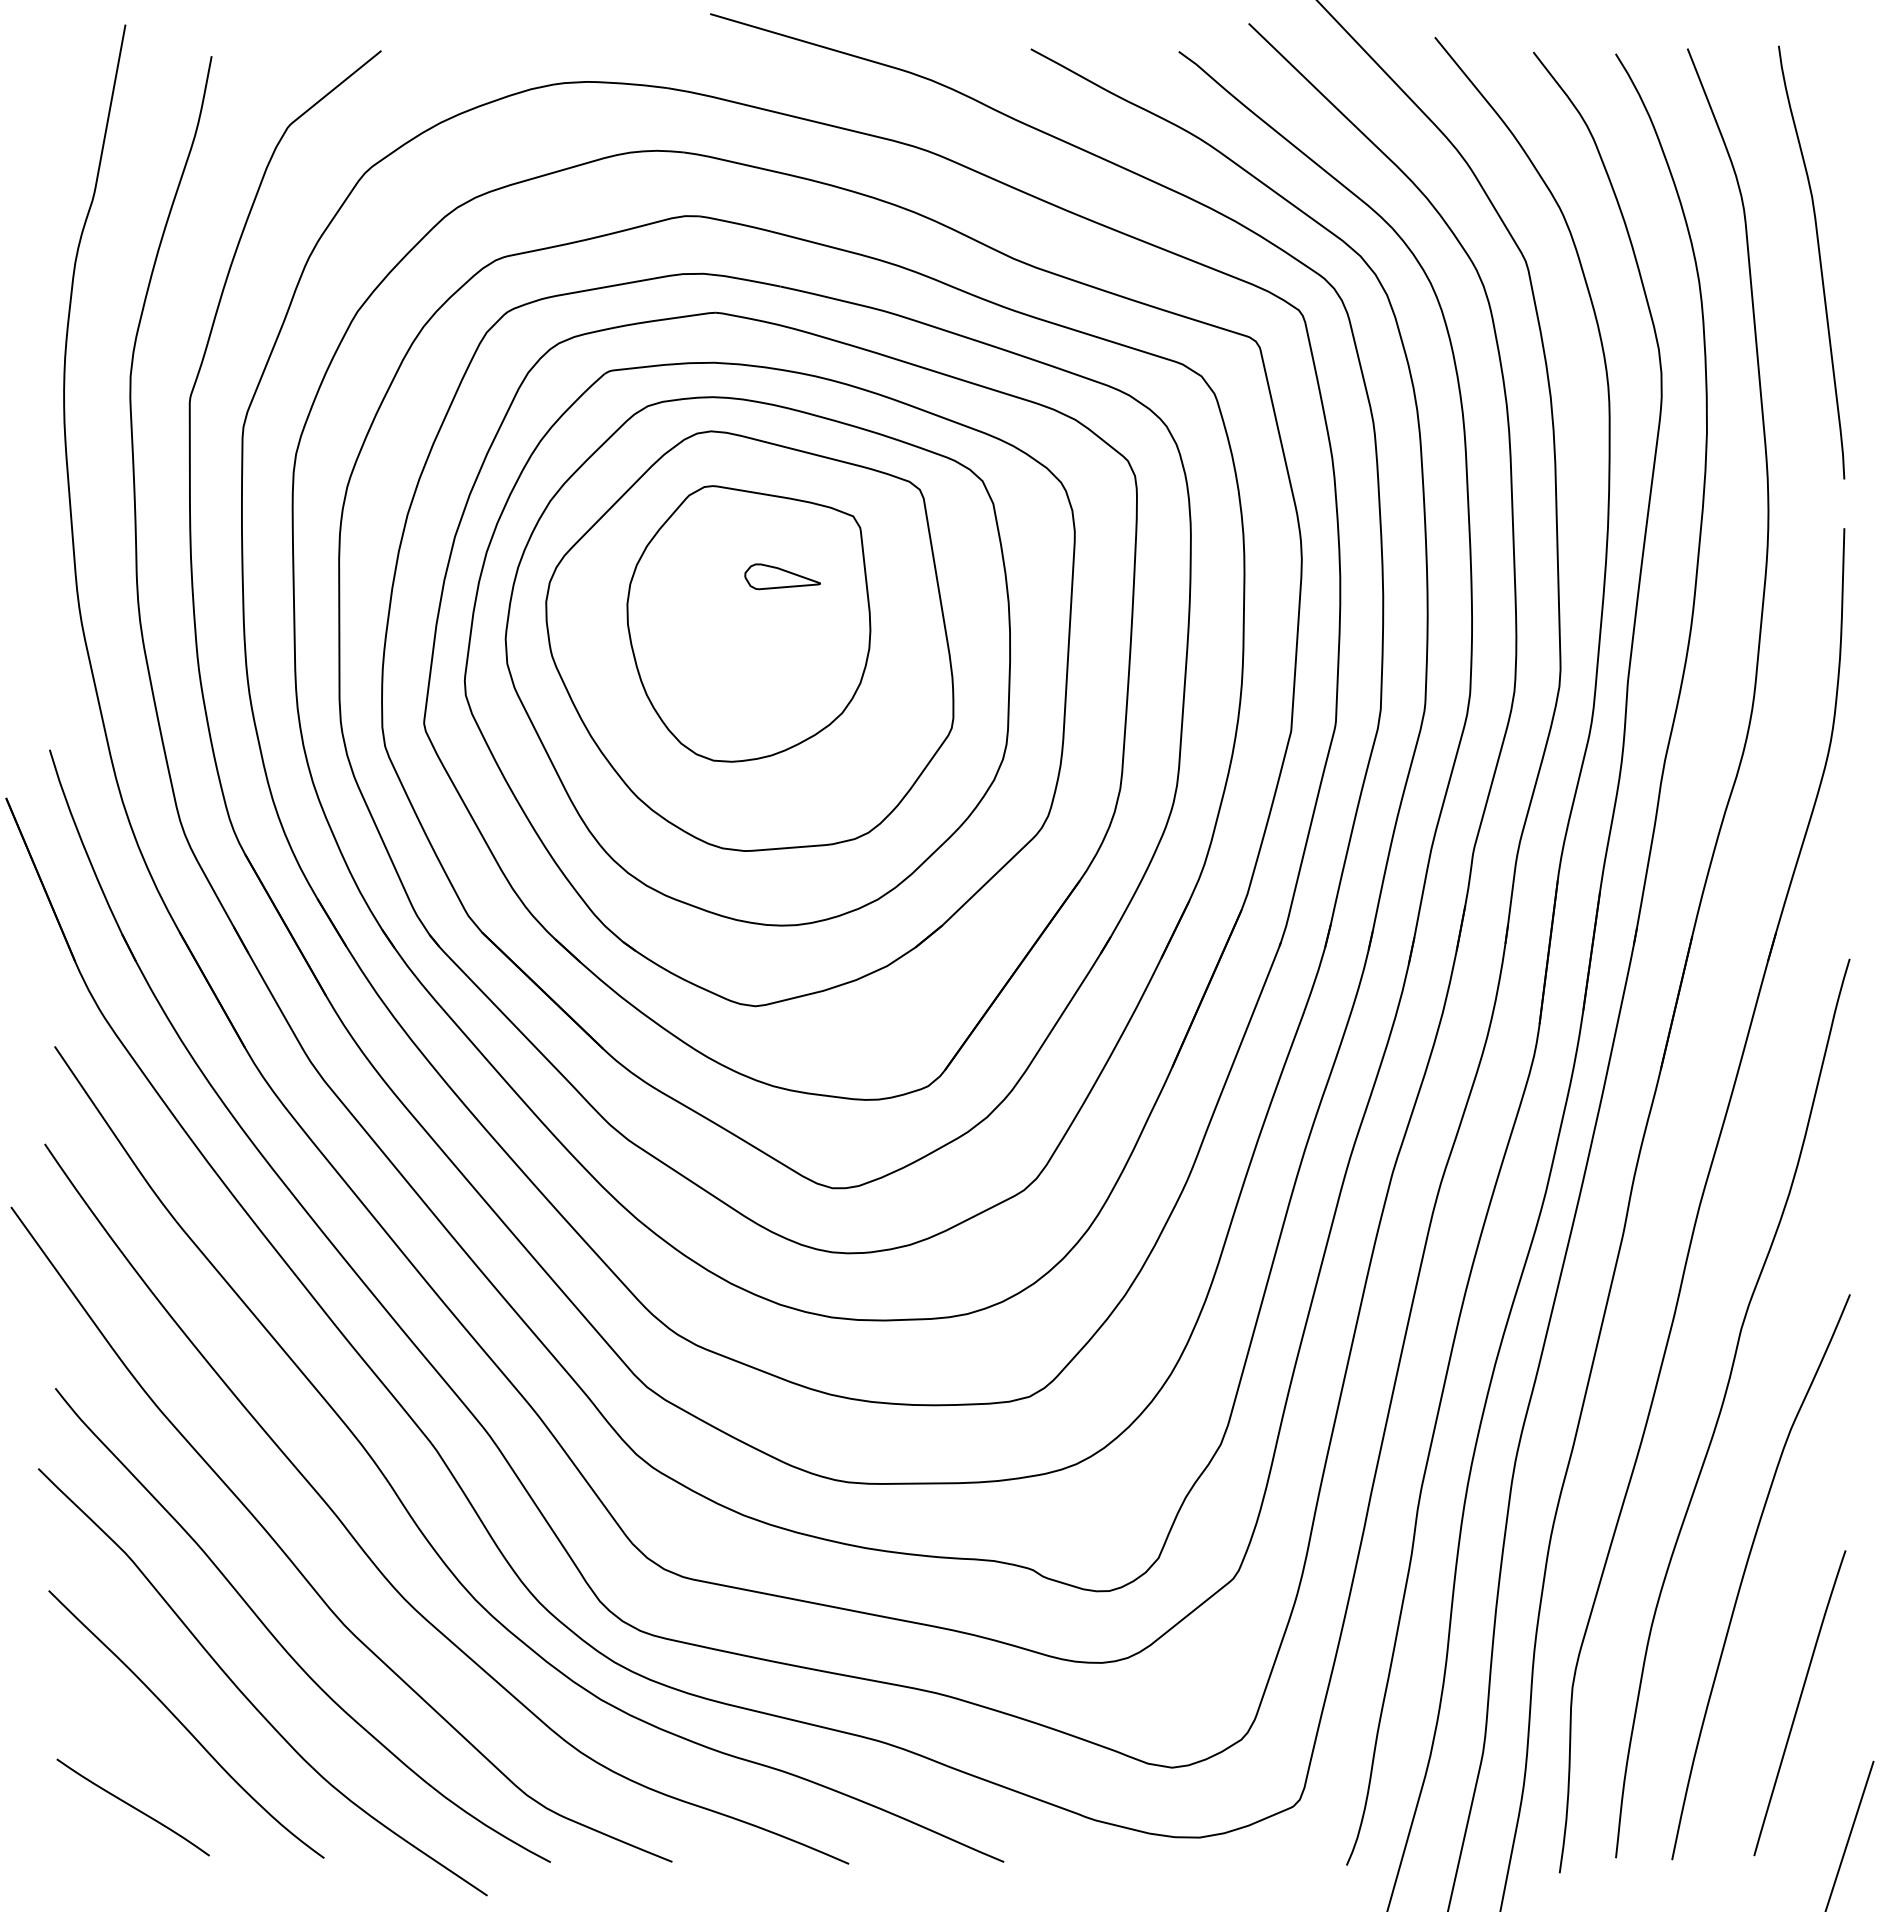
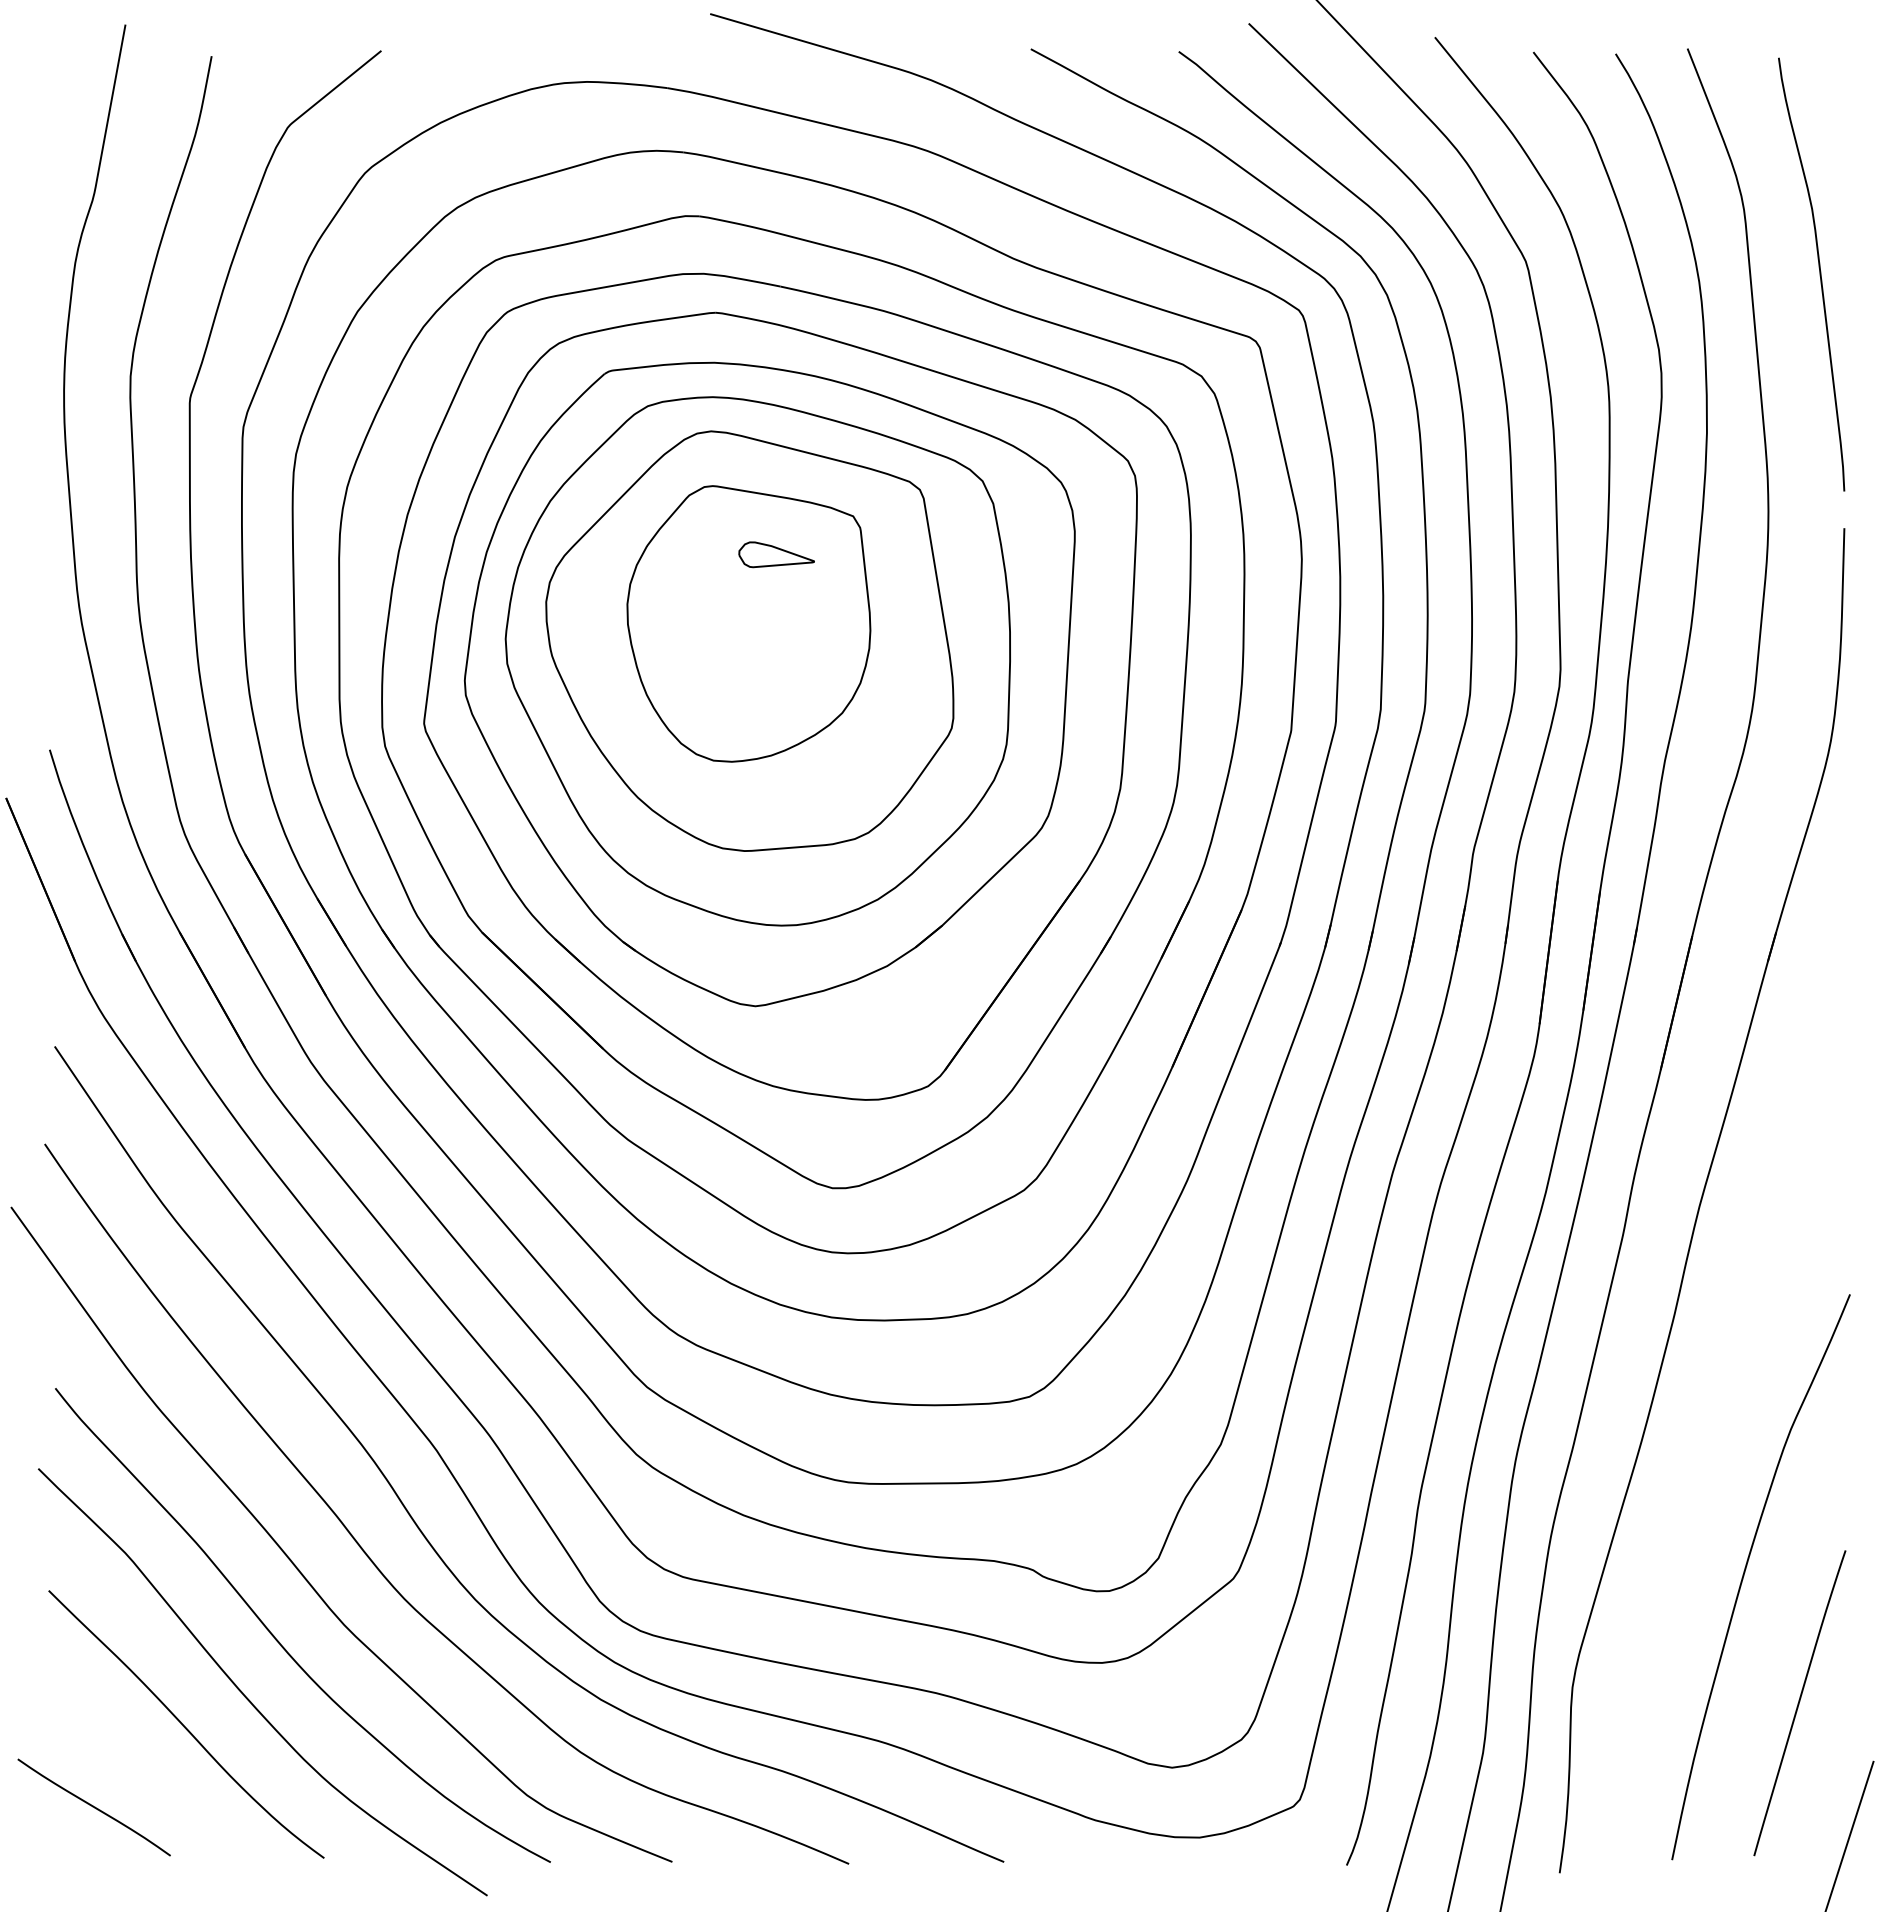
curve at (1819, 262) position: (1819, 262) -> (1819, 274)
part at (782, 576) position: (782, 576) -> (776, 554)
curve at (1723, 1405): present -> none
curve at (132, 1807) position: (132, 1807) -> (93, 1807)
